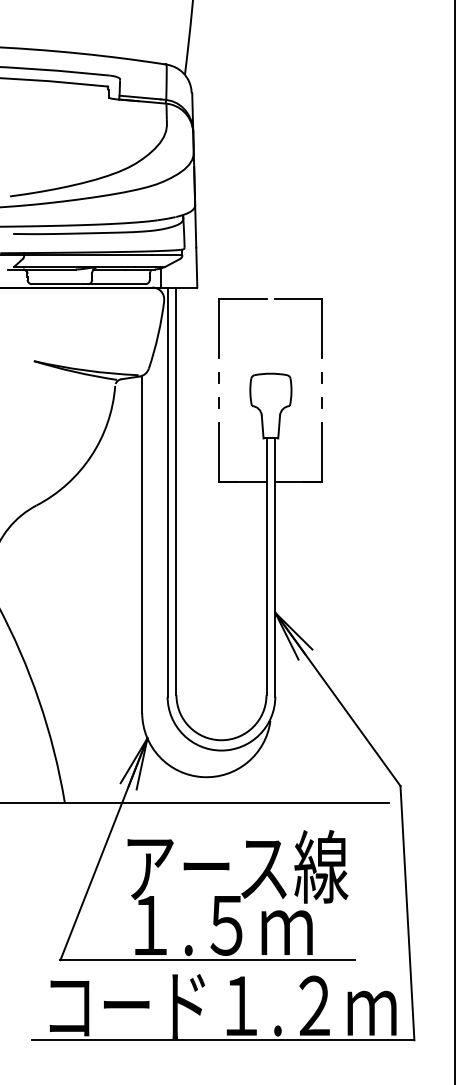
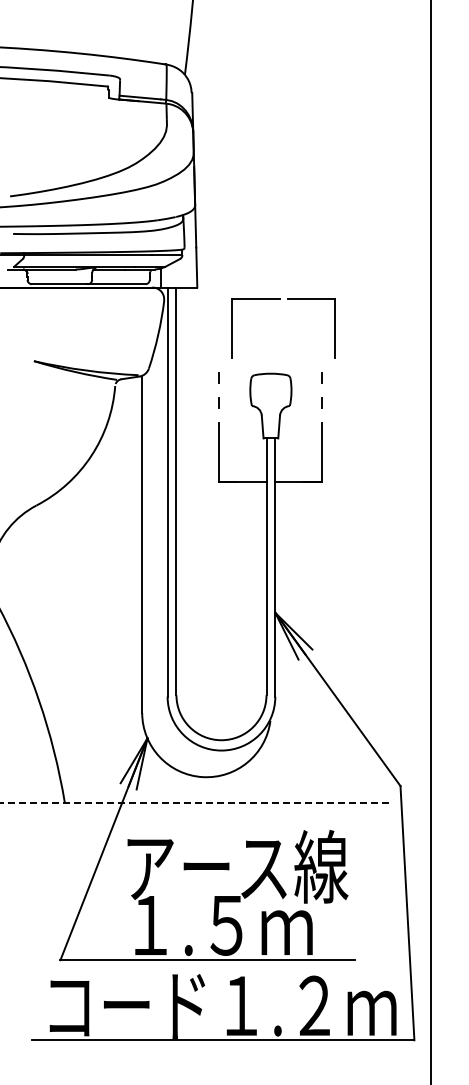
part at (267, 299) position: (267, 299) -> (280, 299)
line at (454, 541) position: (454, 541) -> (430, 541)
line at (194, 802): solid -> dashed
